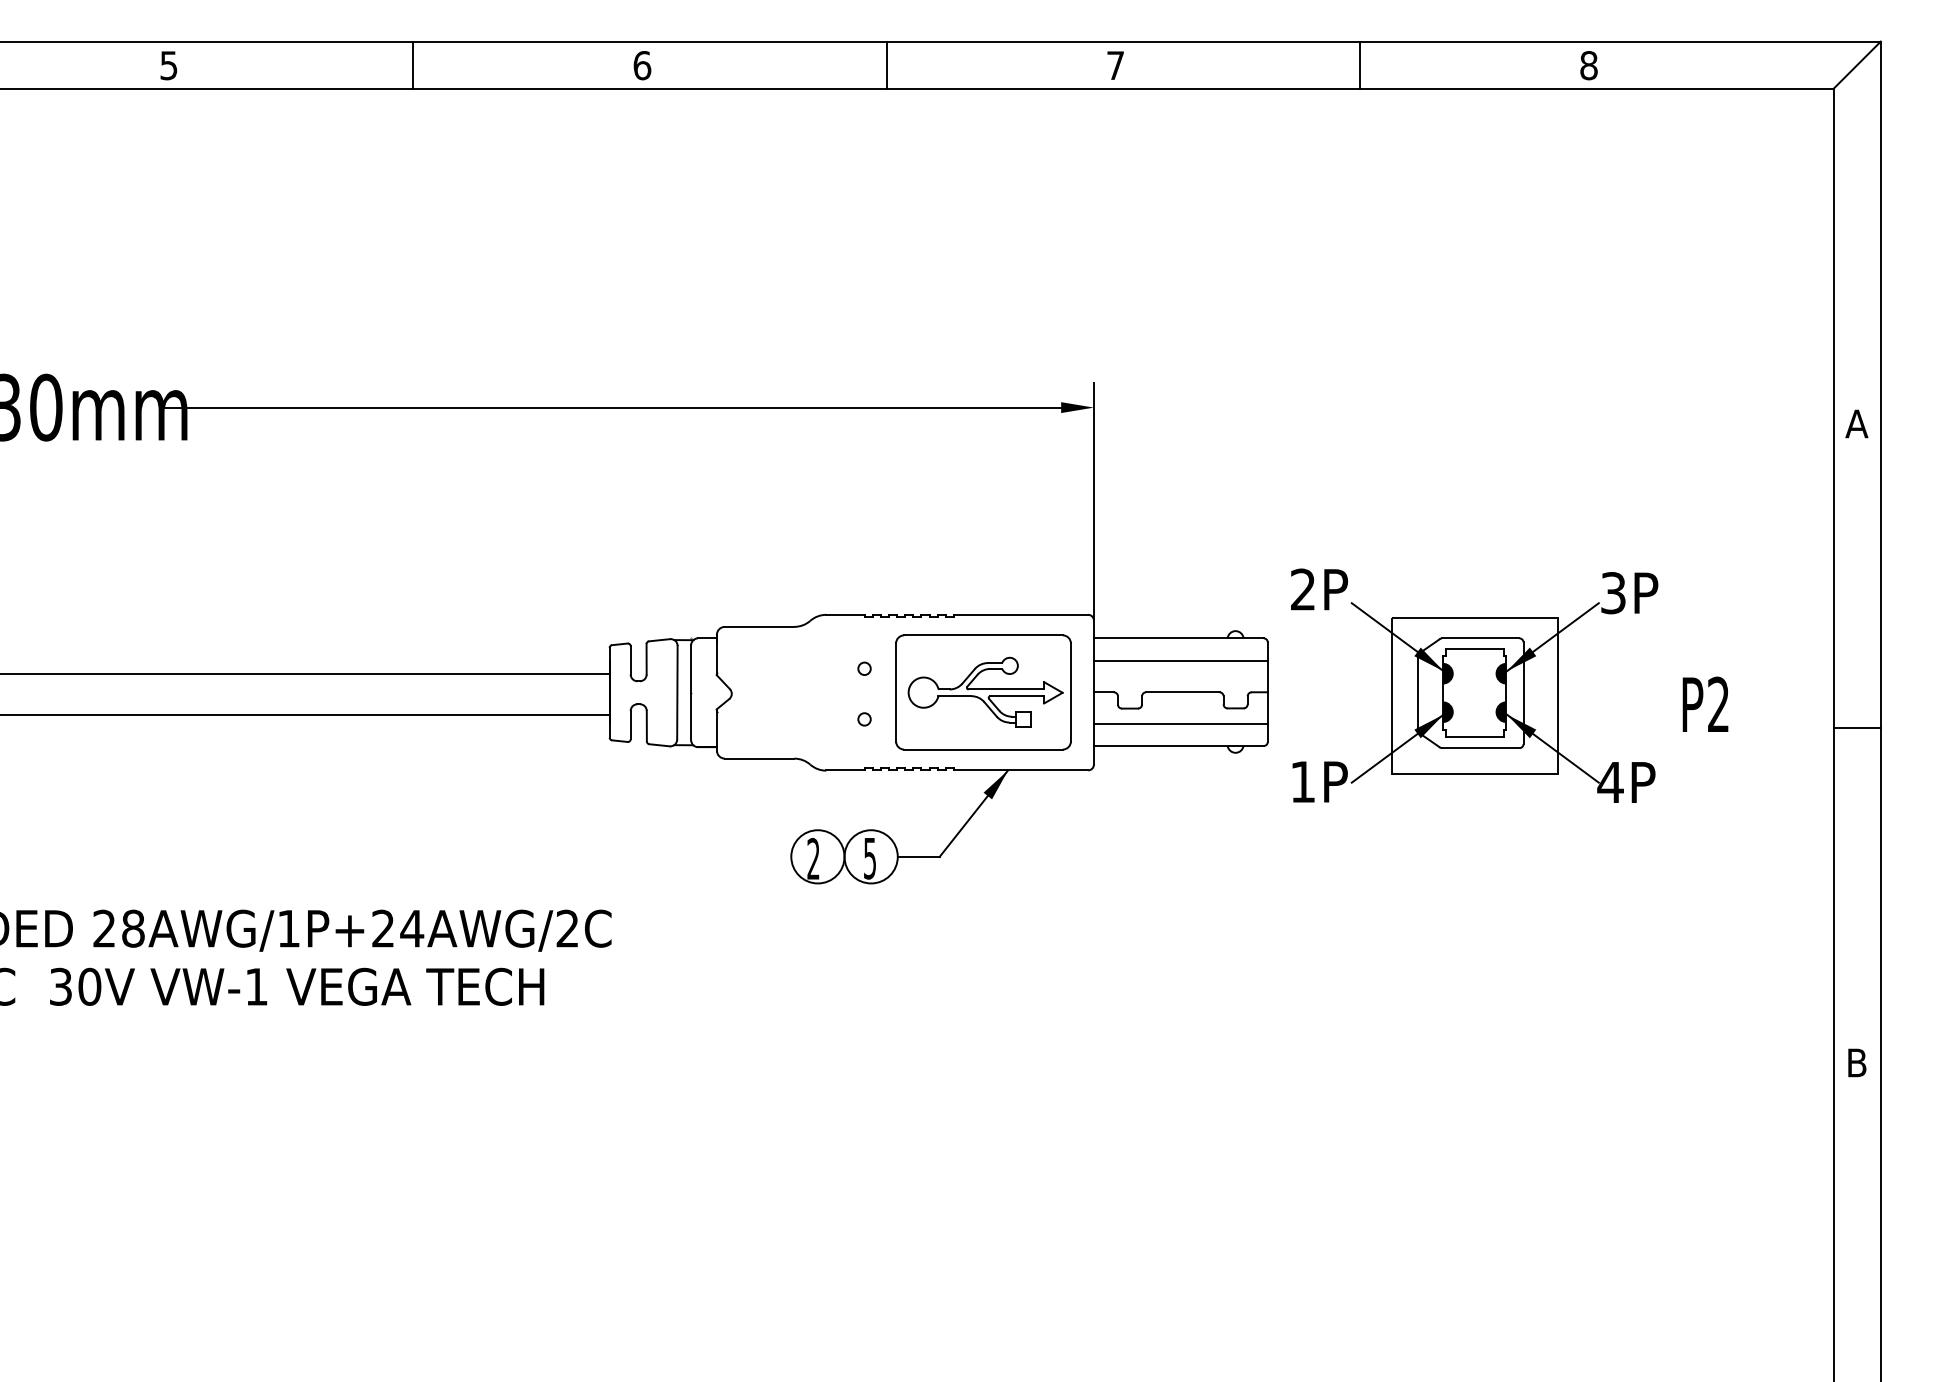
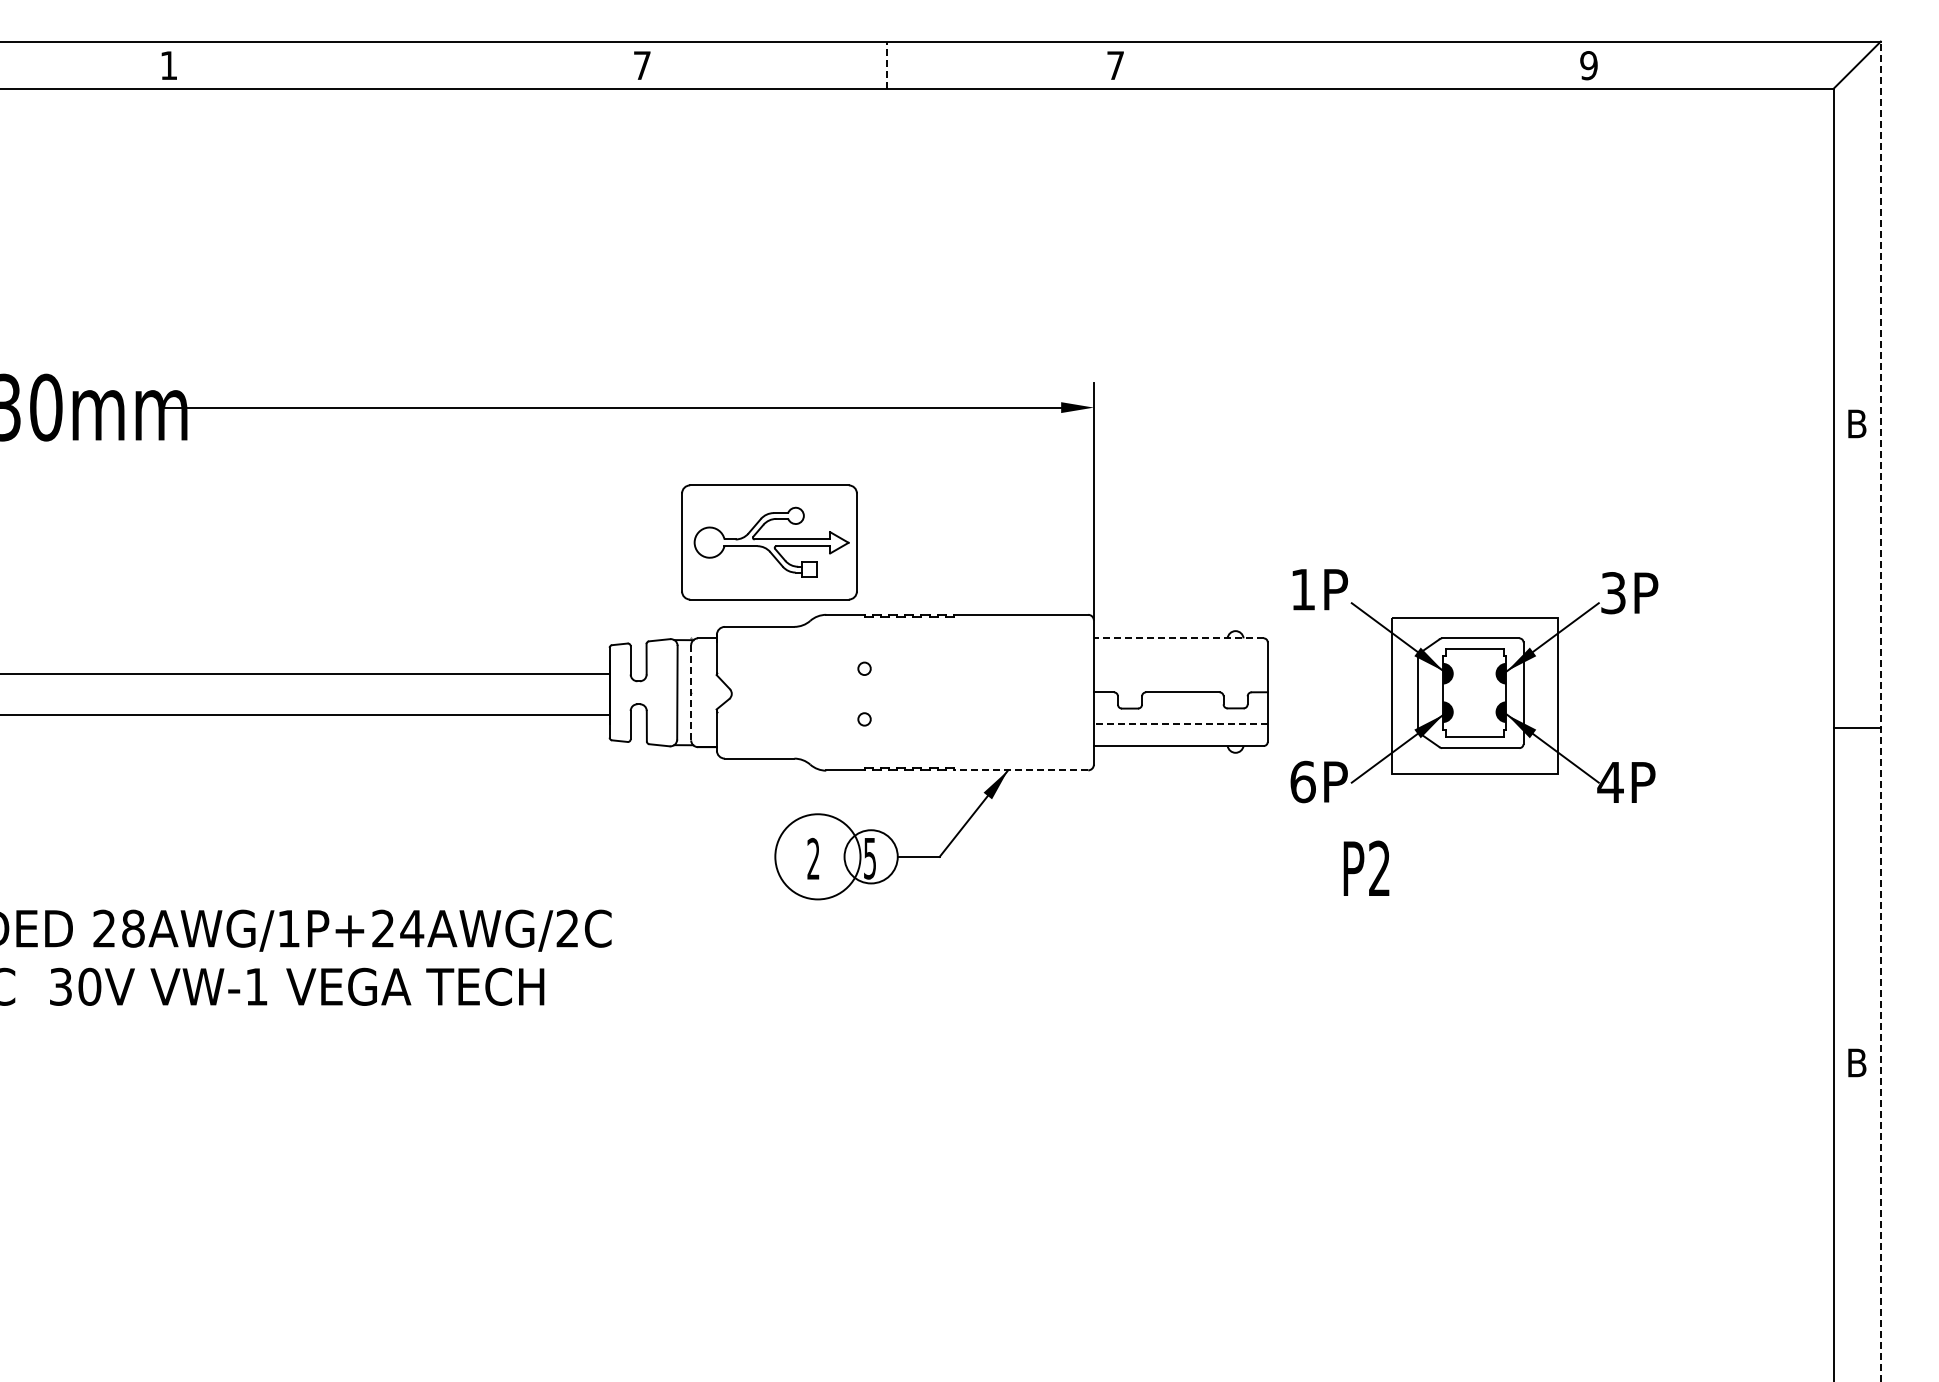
line at (413, 64): present -> none
line at (1360, 64): present -> none
text at (168, 65): 5 -> 1
text at (642, 65): 6 -> 7
line at (886, 65): solid -> dashed
text at (1588, 65): 8 -> 9
text at (1856, 423): A -> B
text at (1302, 589): 2P -> 1P
line at (1178, 638): solid -> dashed
line at (1180, 660): present -> none
line at (691, 692): solid -> dashed
part at (983, 692) position: (983, 692) -> (769, 542)
text at (1705, 703) position: (1705, 703) -> (1366, 867)
line at (1880, 711): solid -> dashed
line at (1180, 723): solid -> dashed
line at (1020, 770): solid -> dashed
text at (1302, 781): 1P -> 6P
circle at (817, 856) diameter: 53 px -> 85 px
